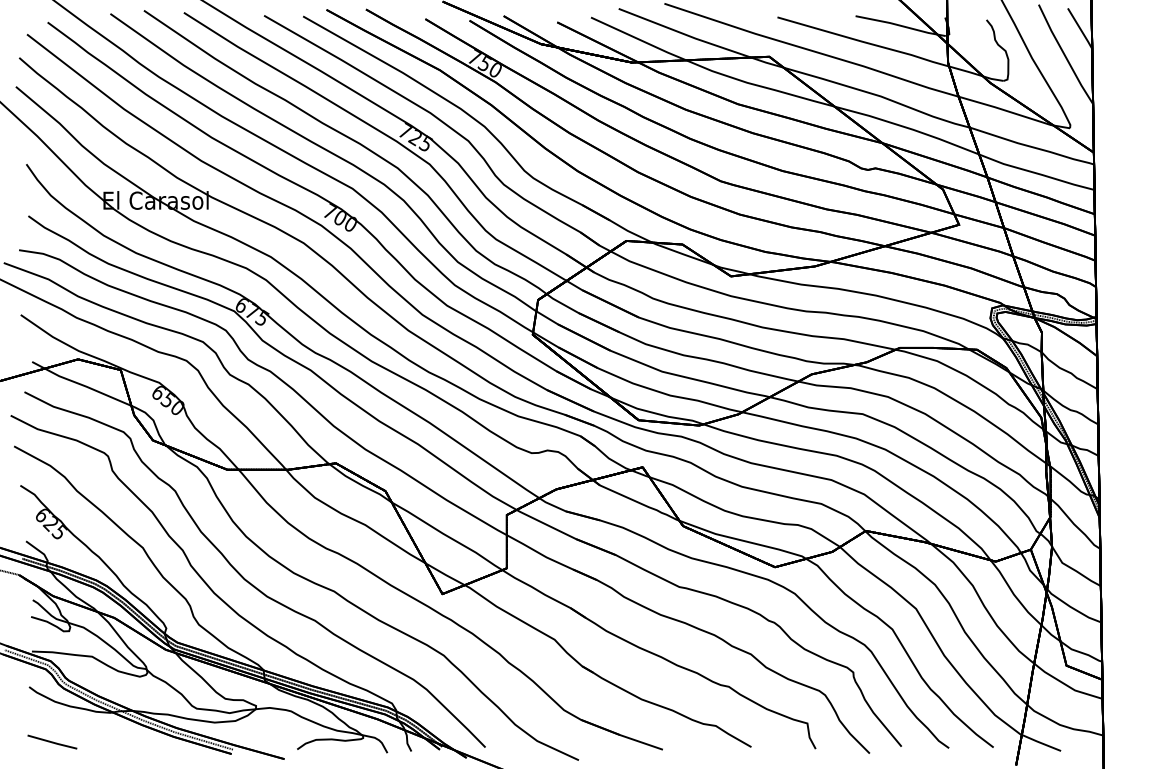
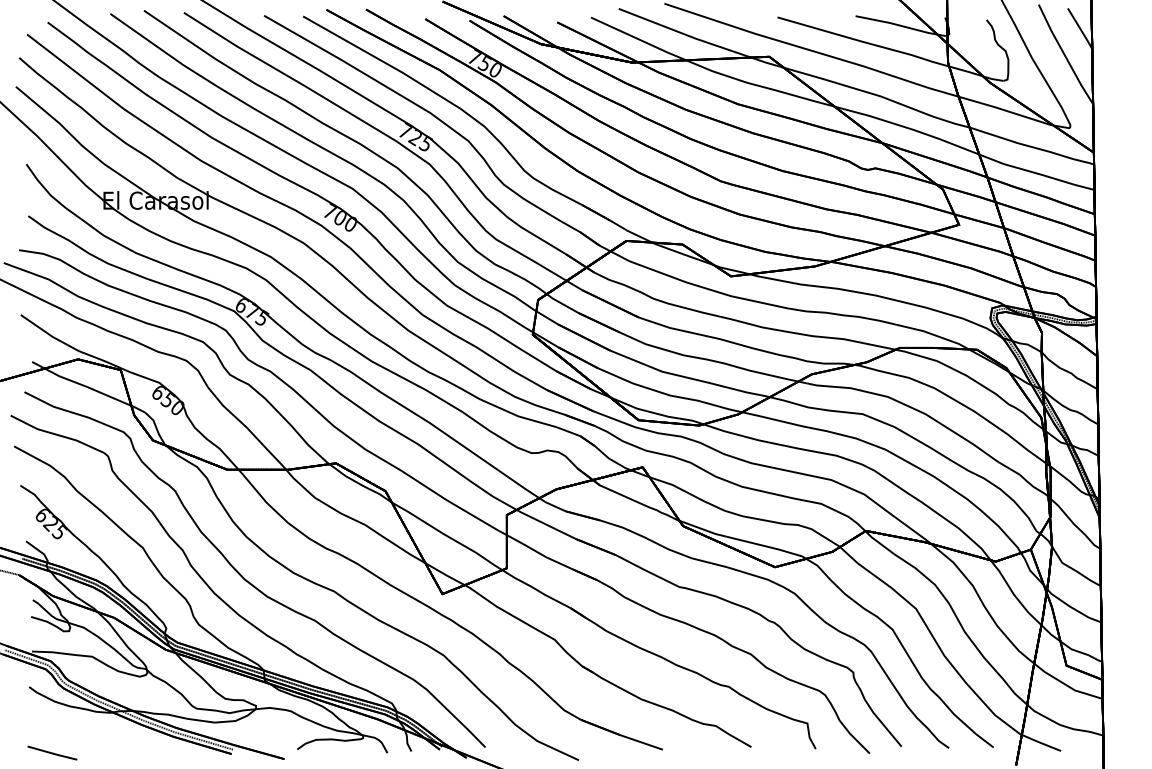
line at (52, 741) position: (52, 741) -> (52, 752)
